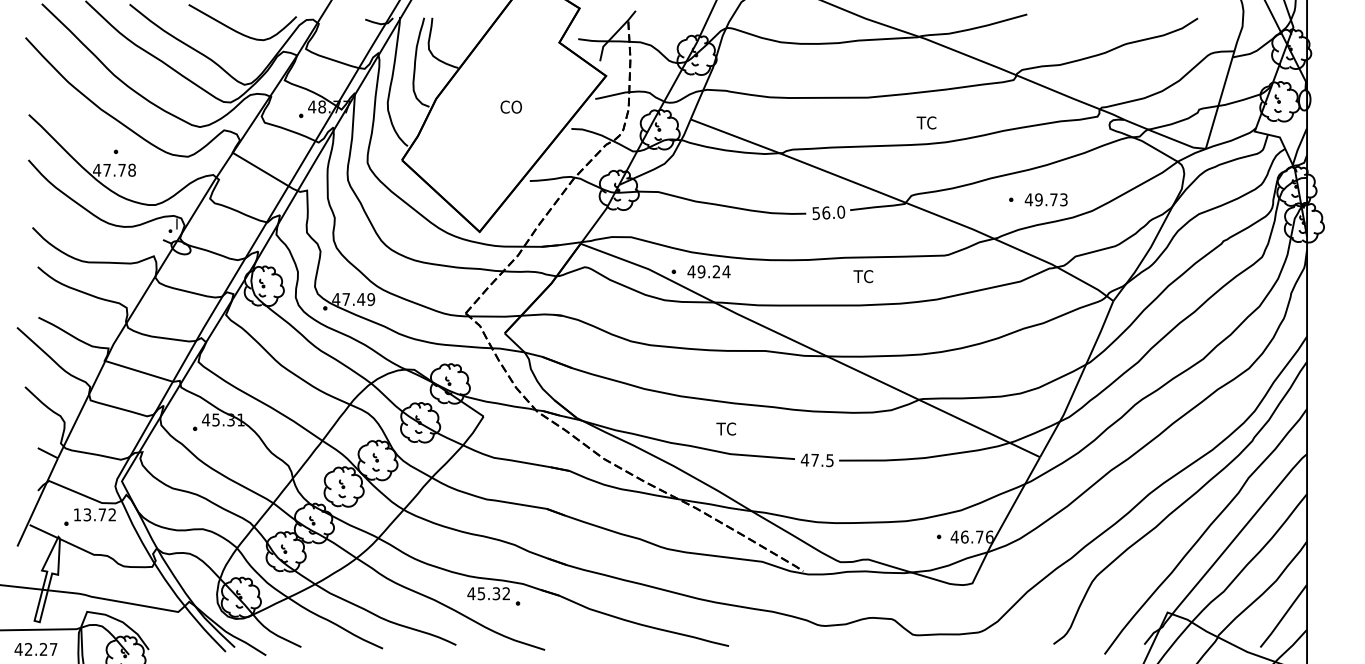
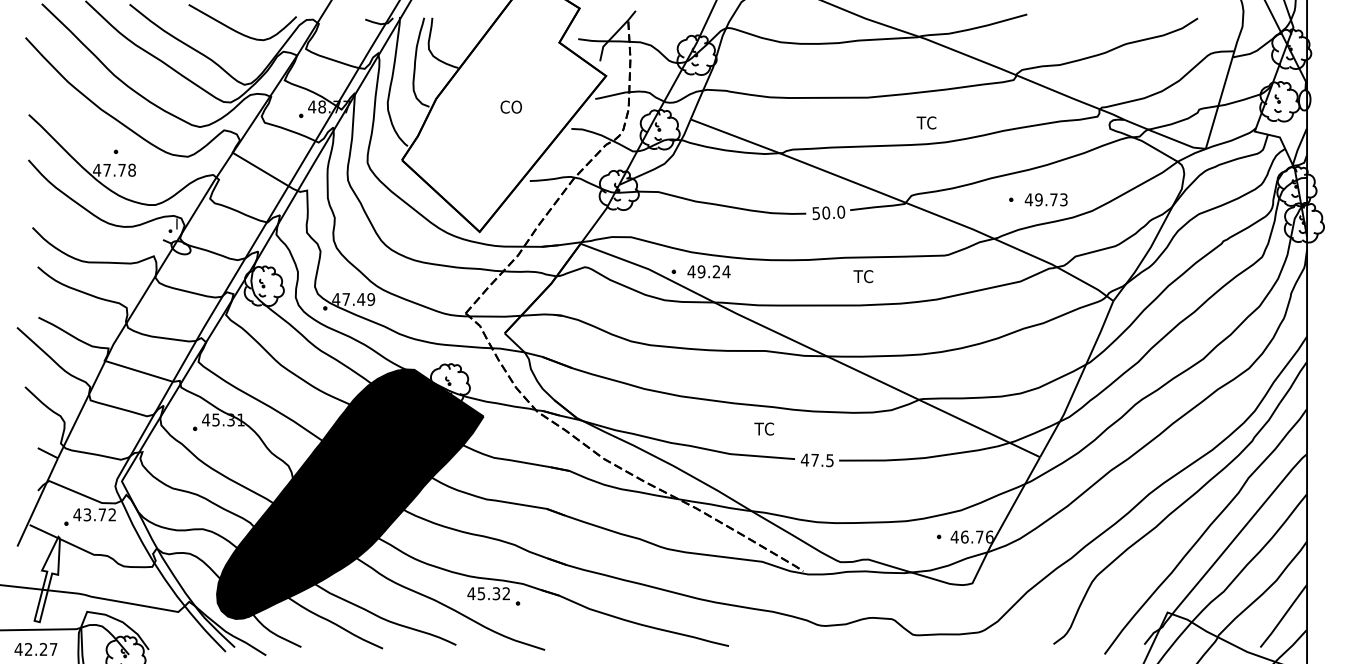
text at (826, 212): 56.0 -> 50.0
text at (725, 428) position: (725, 428) -> (763, 428)
fill at (350, 493): none -> present
text at (77, 514): 13.72 -> 43.72
